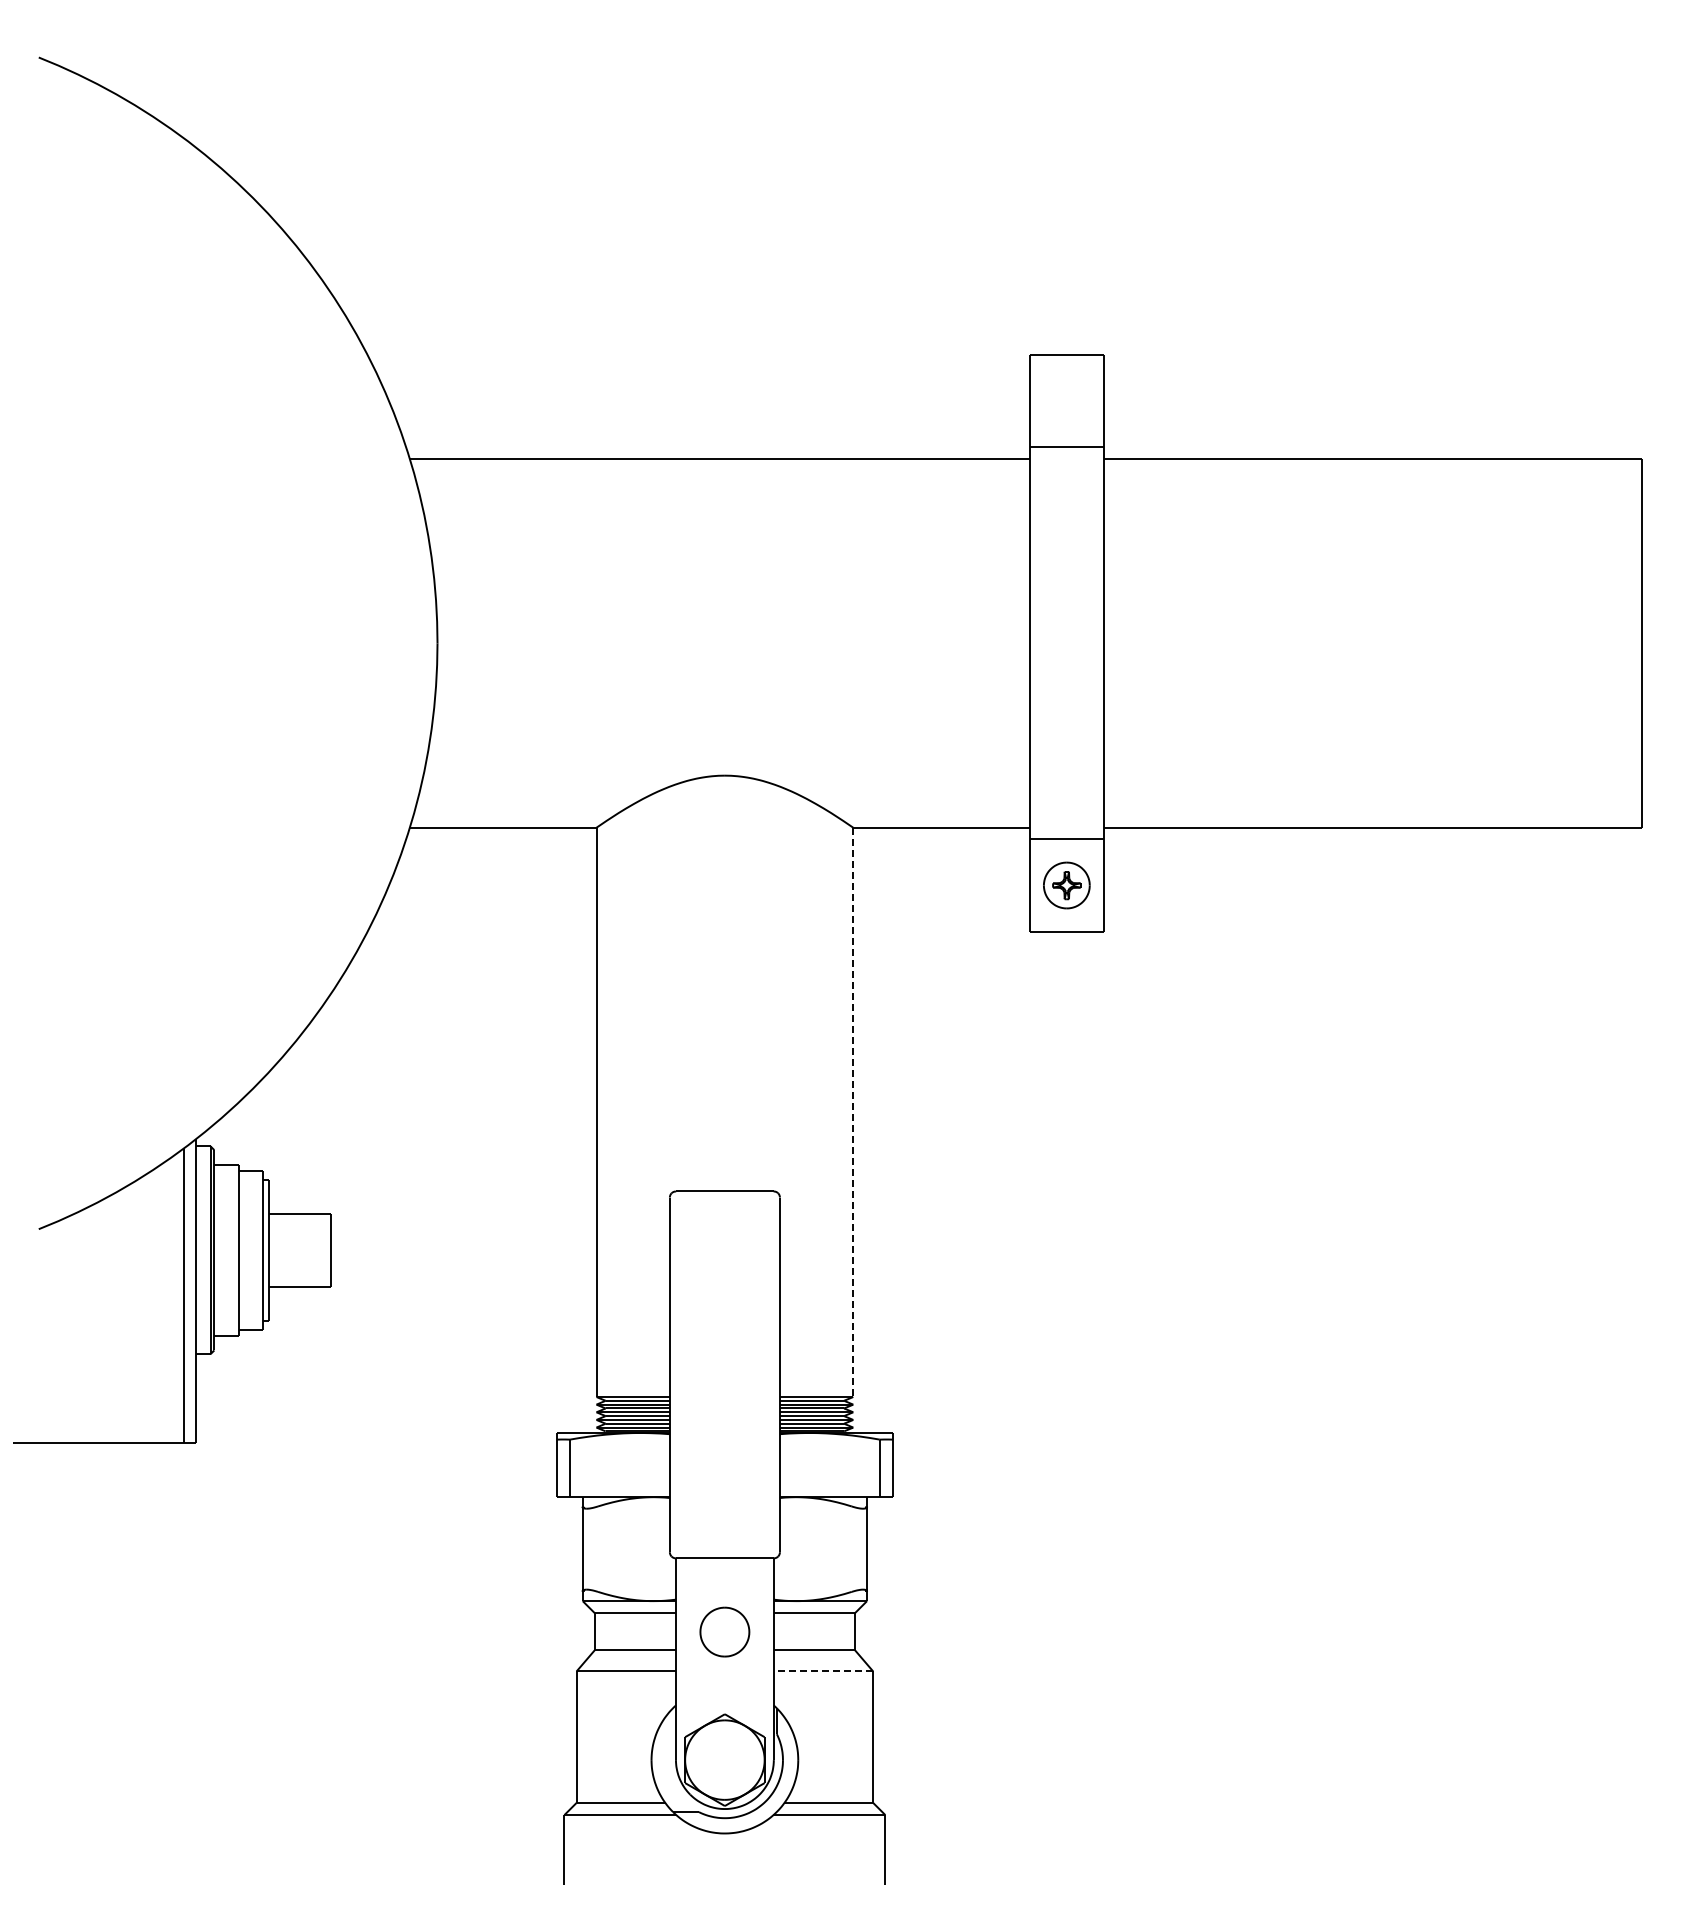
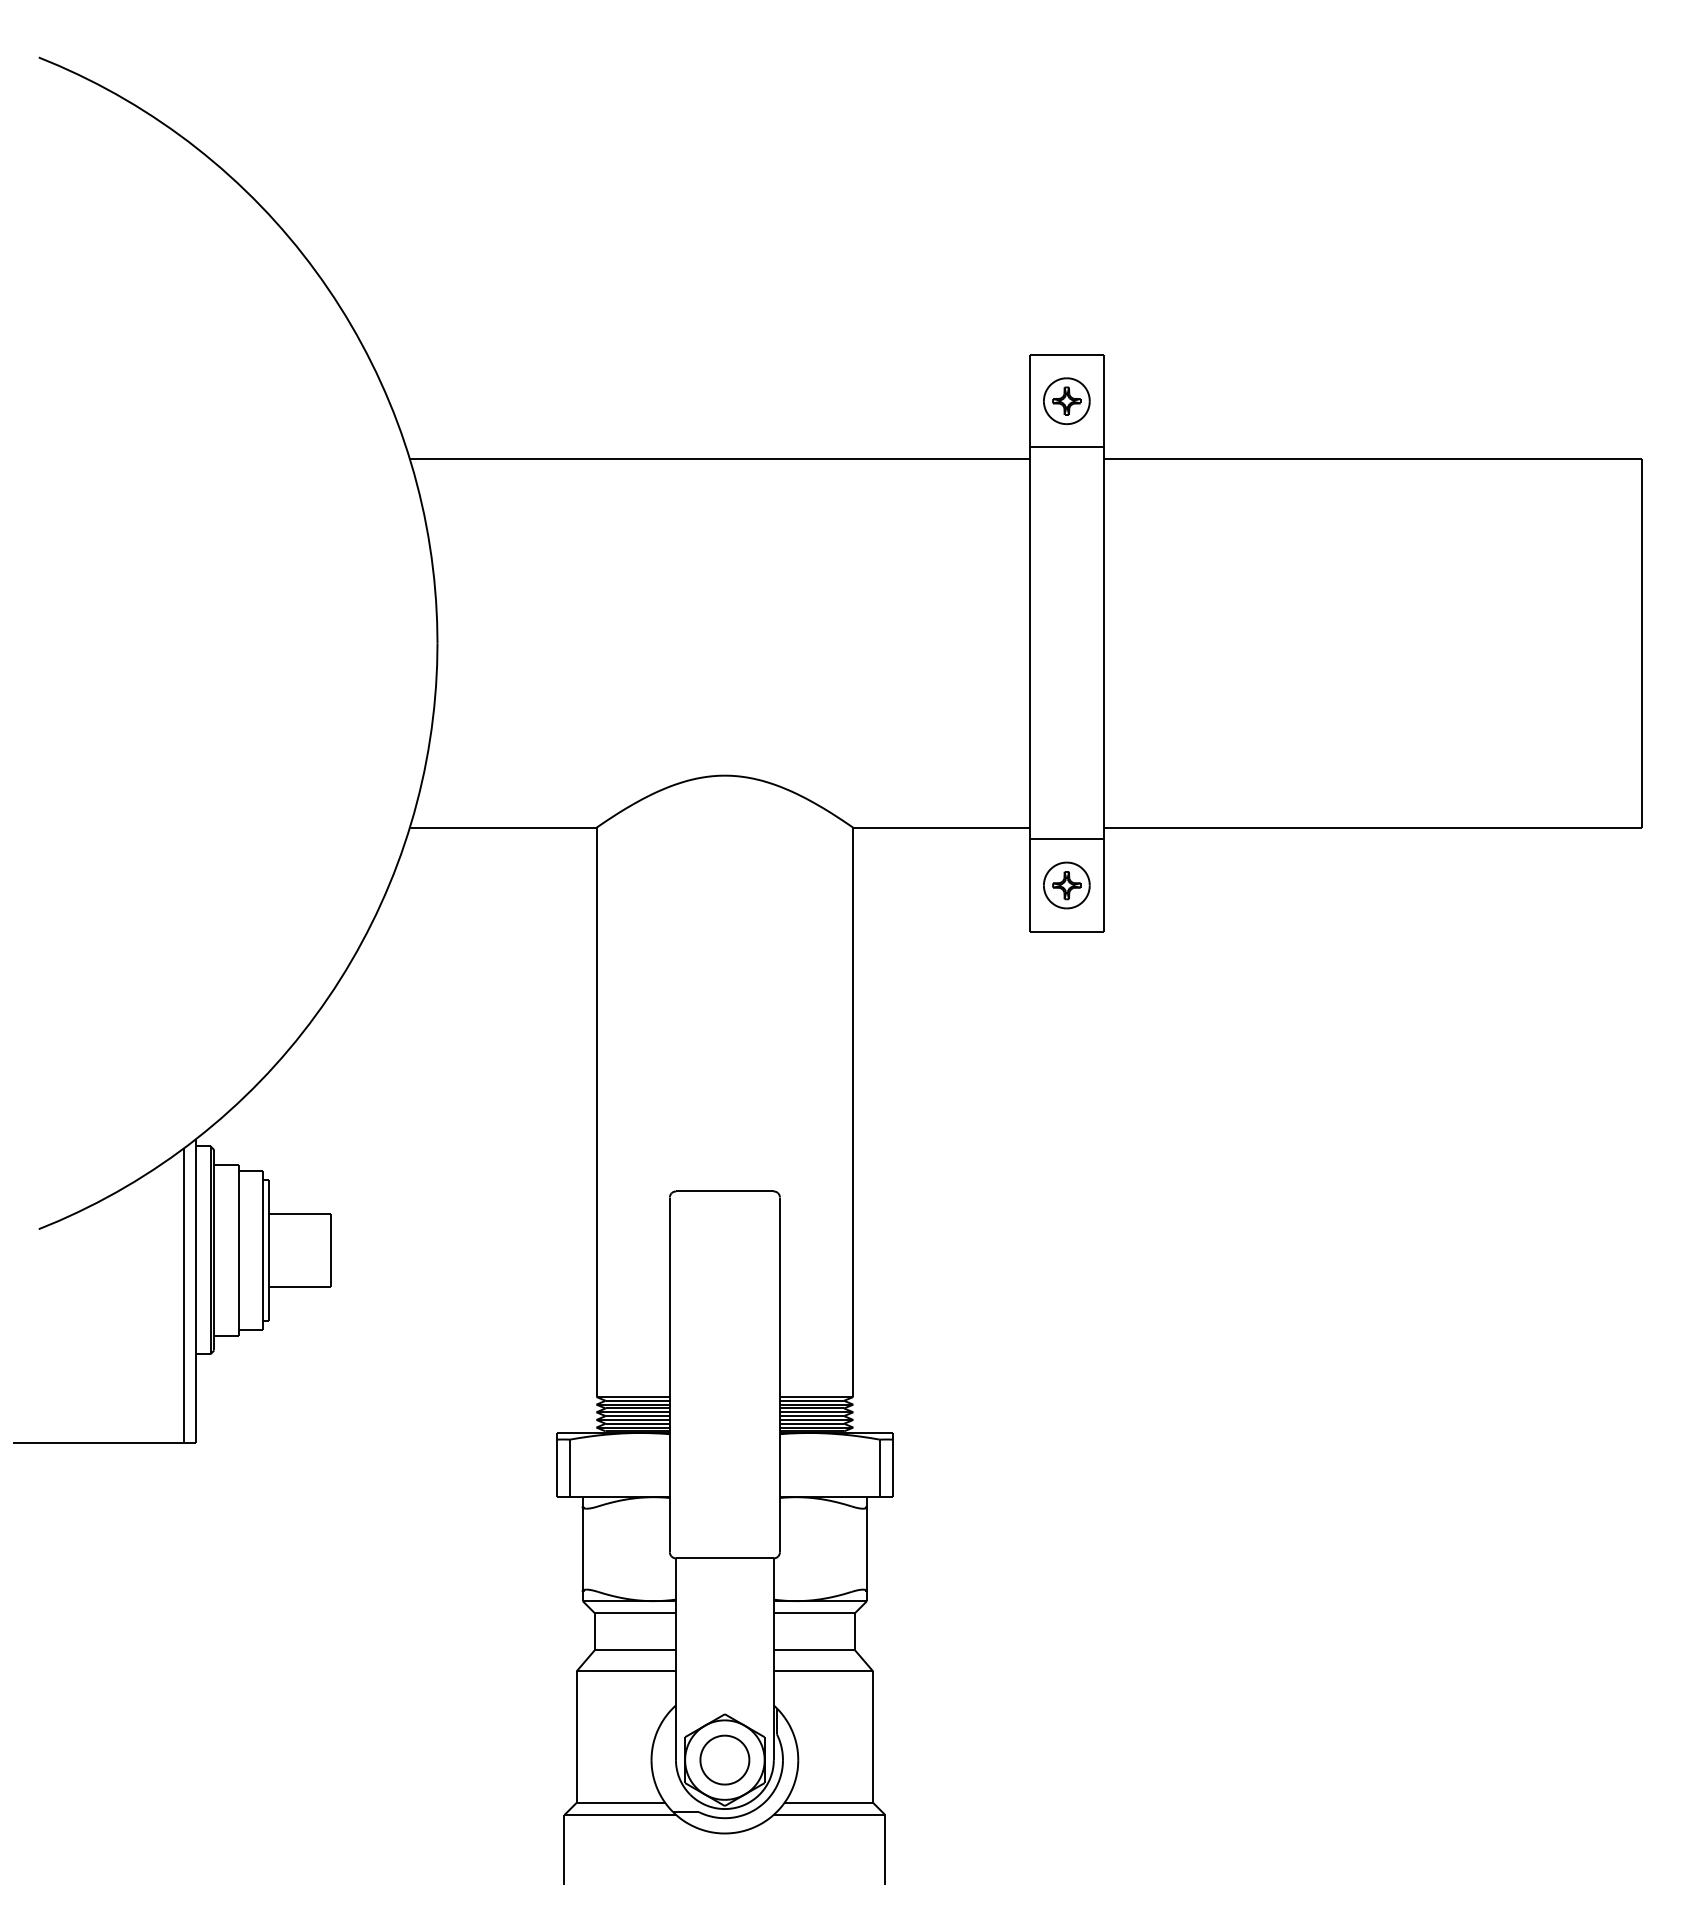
part at (1066, 400): none -> present
line at (853, 1112): dashed -> solid
part at (724, 1631) position: (724, 1631) -> (724, 1759)
line at (823, 1671): dashed -> solid
